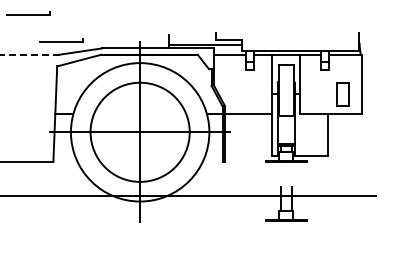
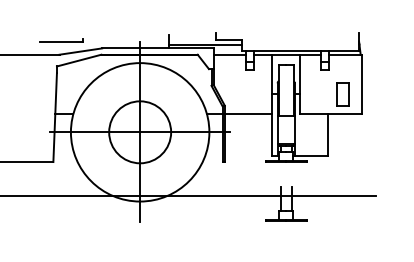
part at (28, 13): present -> none
line at (29, 54): dashed -> solid
circle at (139, 131) diameter: 99 px -> 62 px
